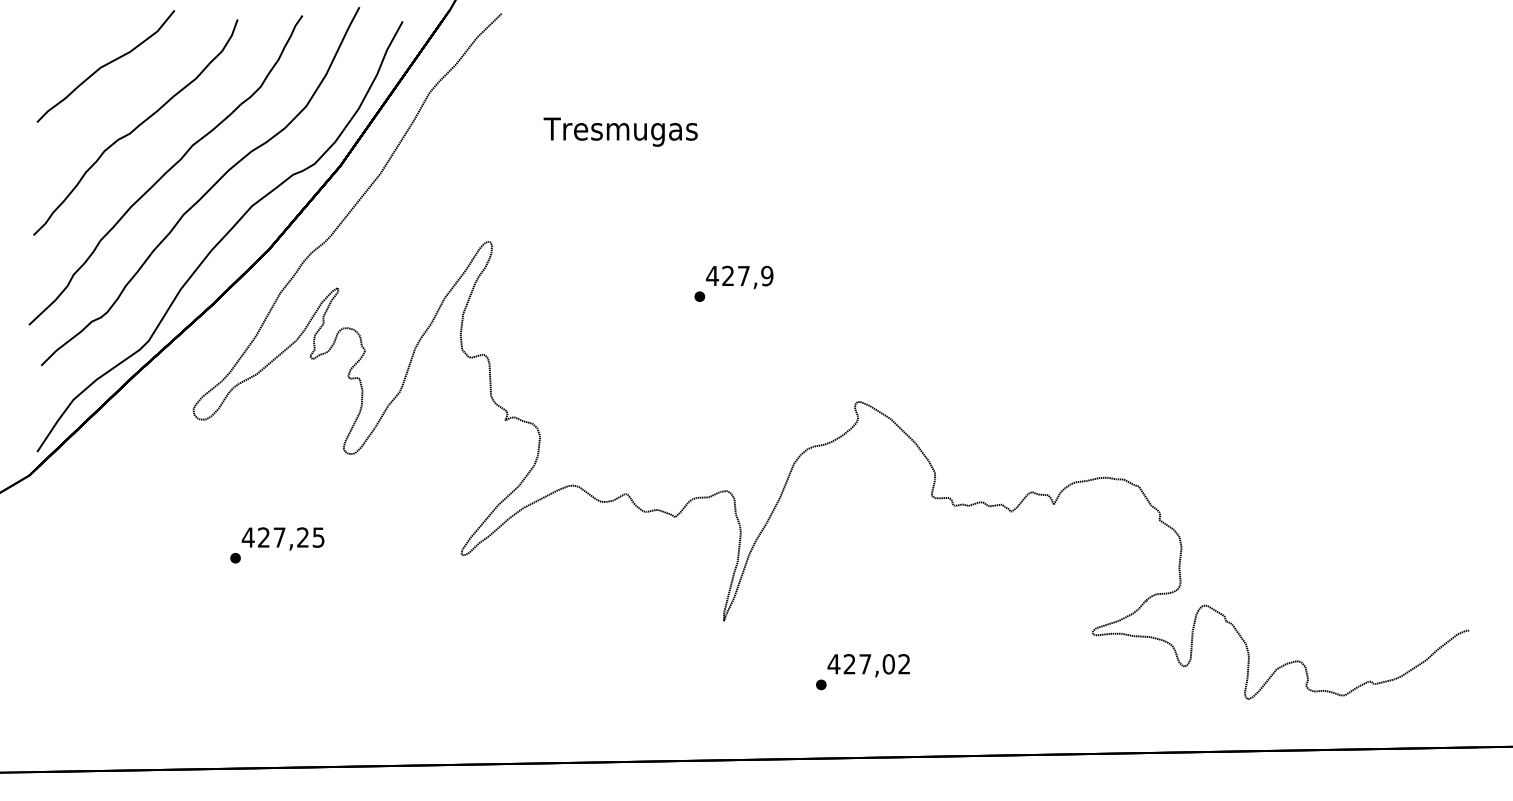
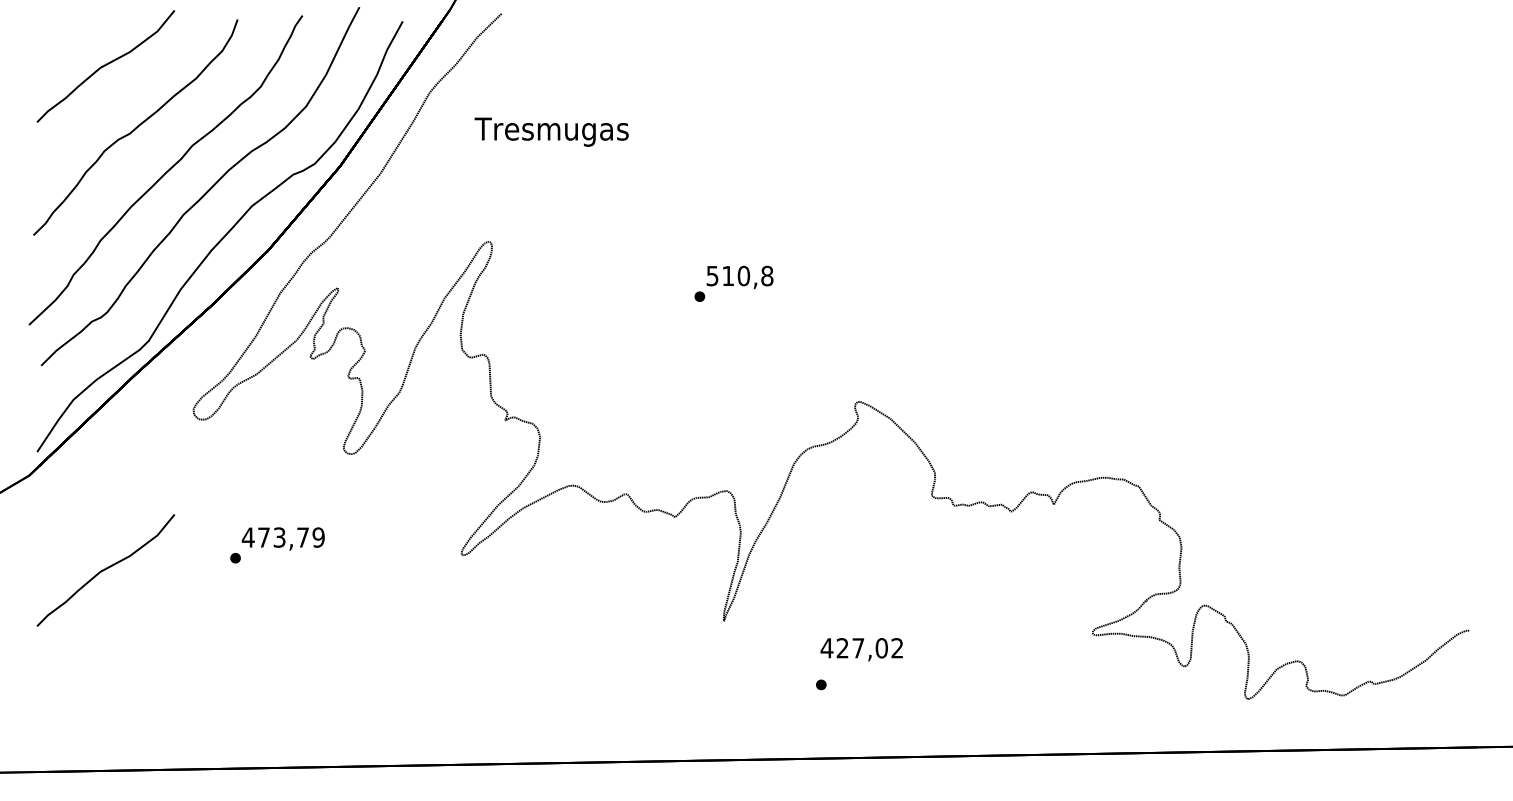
text at (620, 131) position: (620, 131) -> (551, 131)
text at (739, 275): 427,9 -> 510,8
text at (291, 537): 427,25 -> 473,79
part at (105, 570): none -> present
text at (868, 665) position: (868, 665) -> (861, 649)
